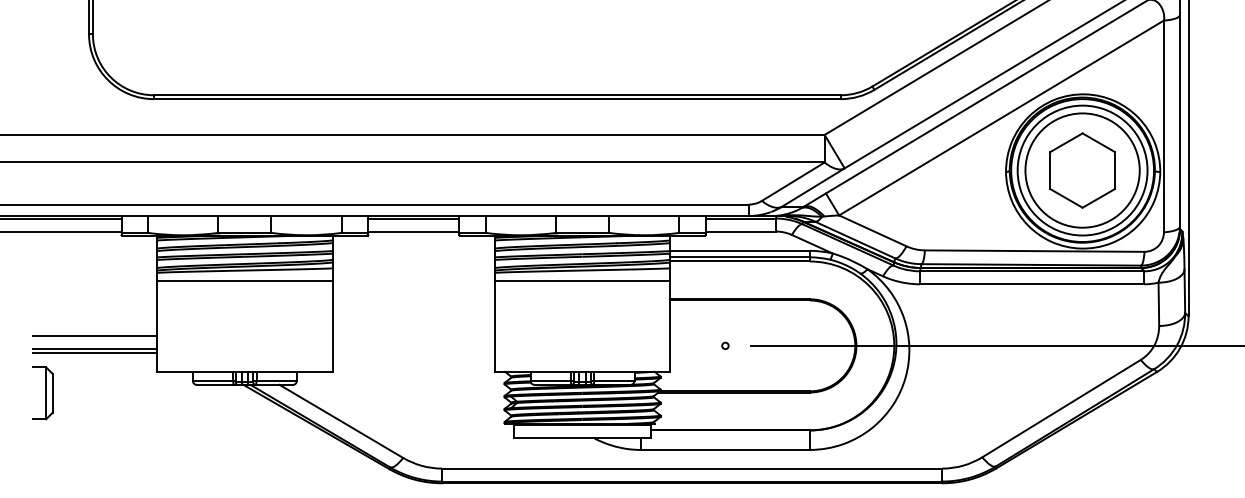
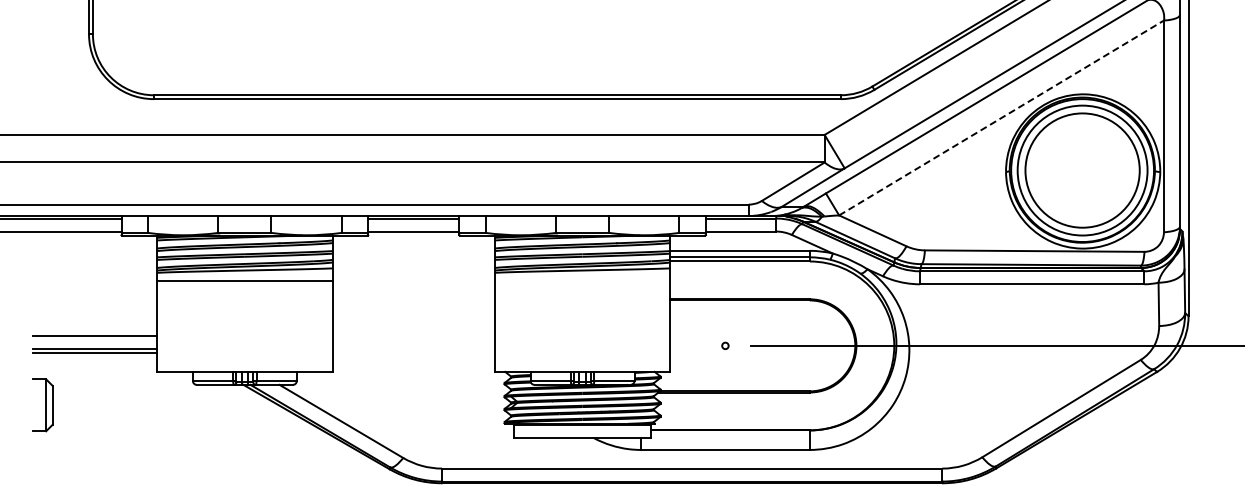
line at (1001, 117): solid -> dashed
part at (1082, 170): present -> none
line at (582, 280): present -> none
part at (42, 393) position: (42, 393) -> (42, 405)
